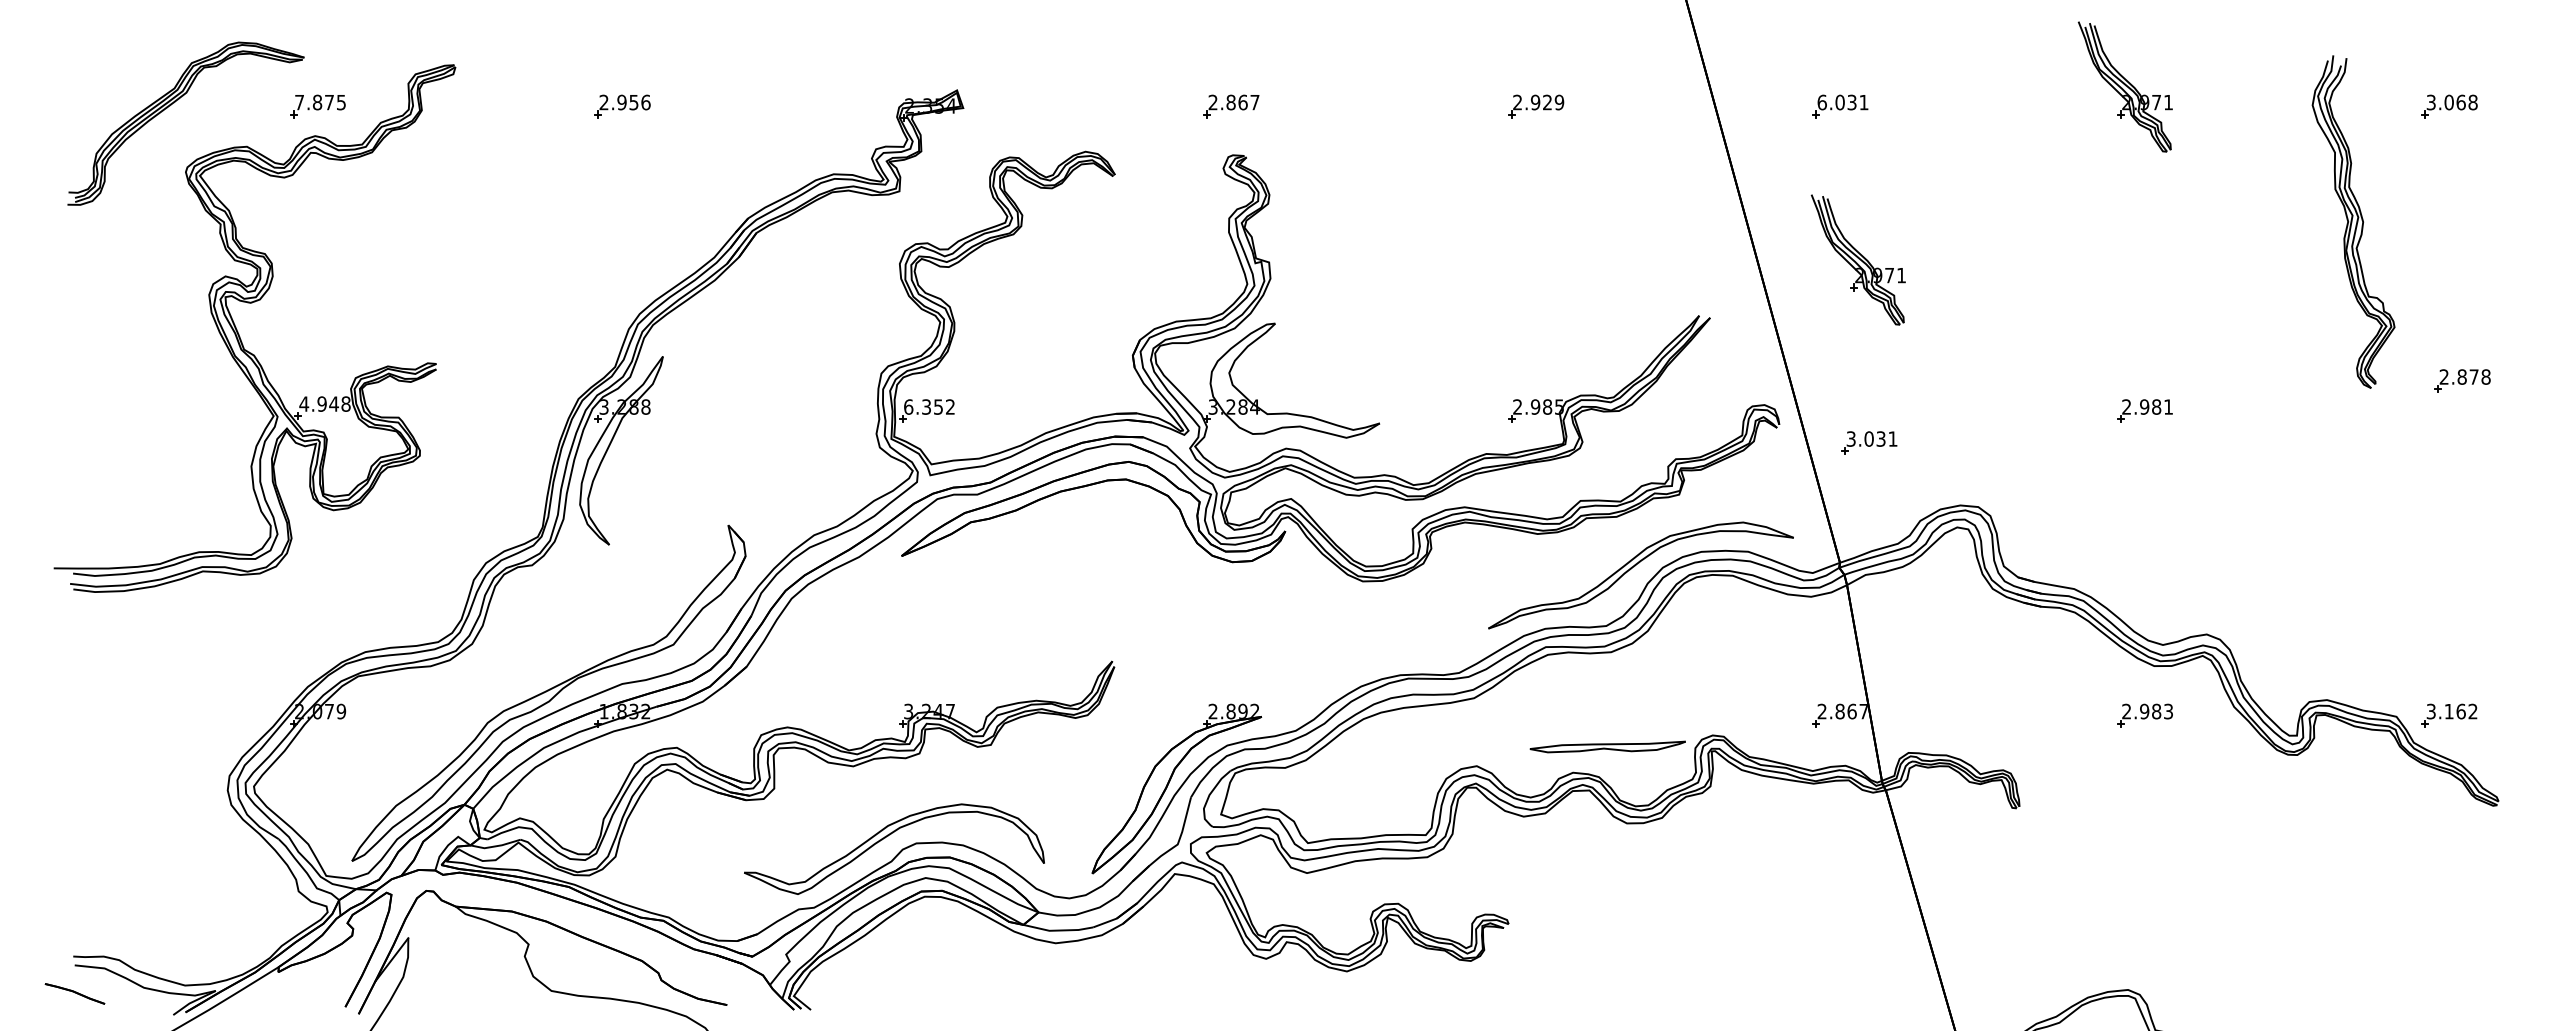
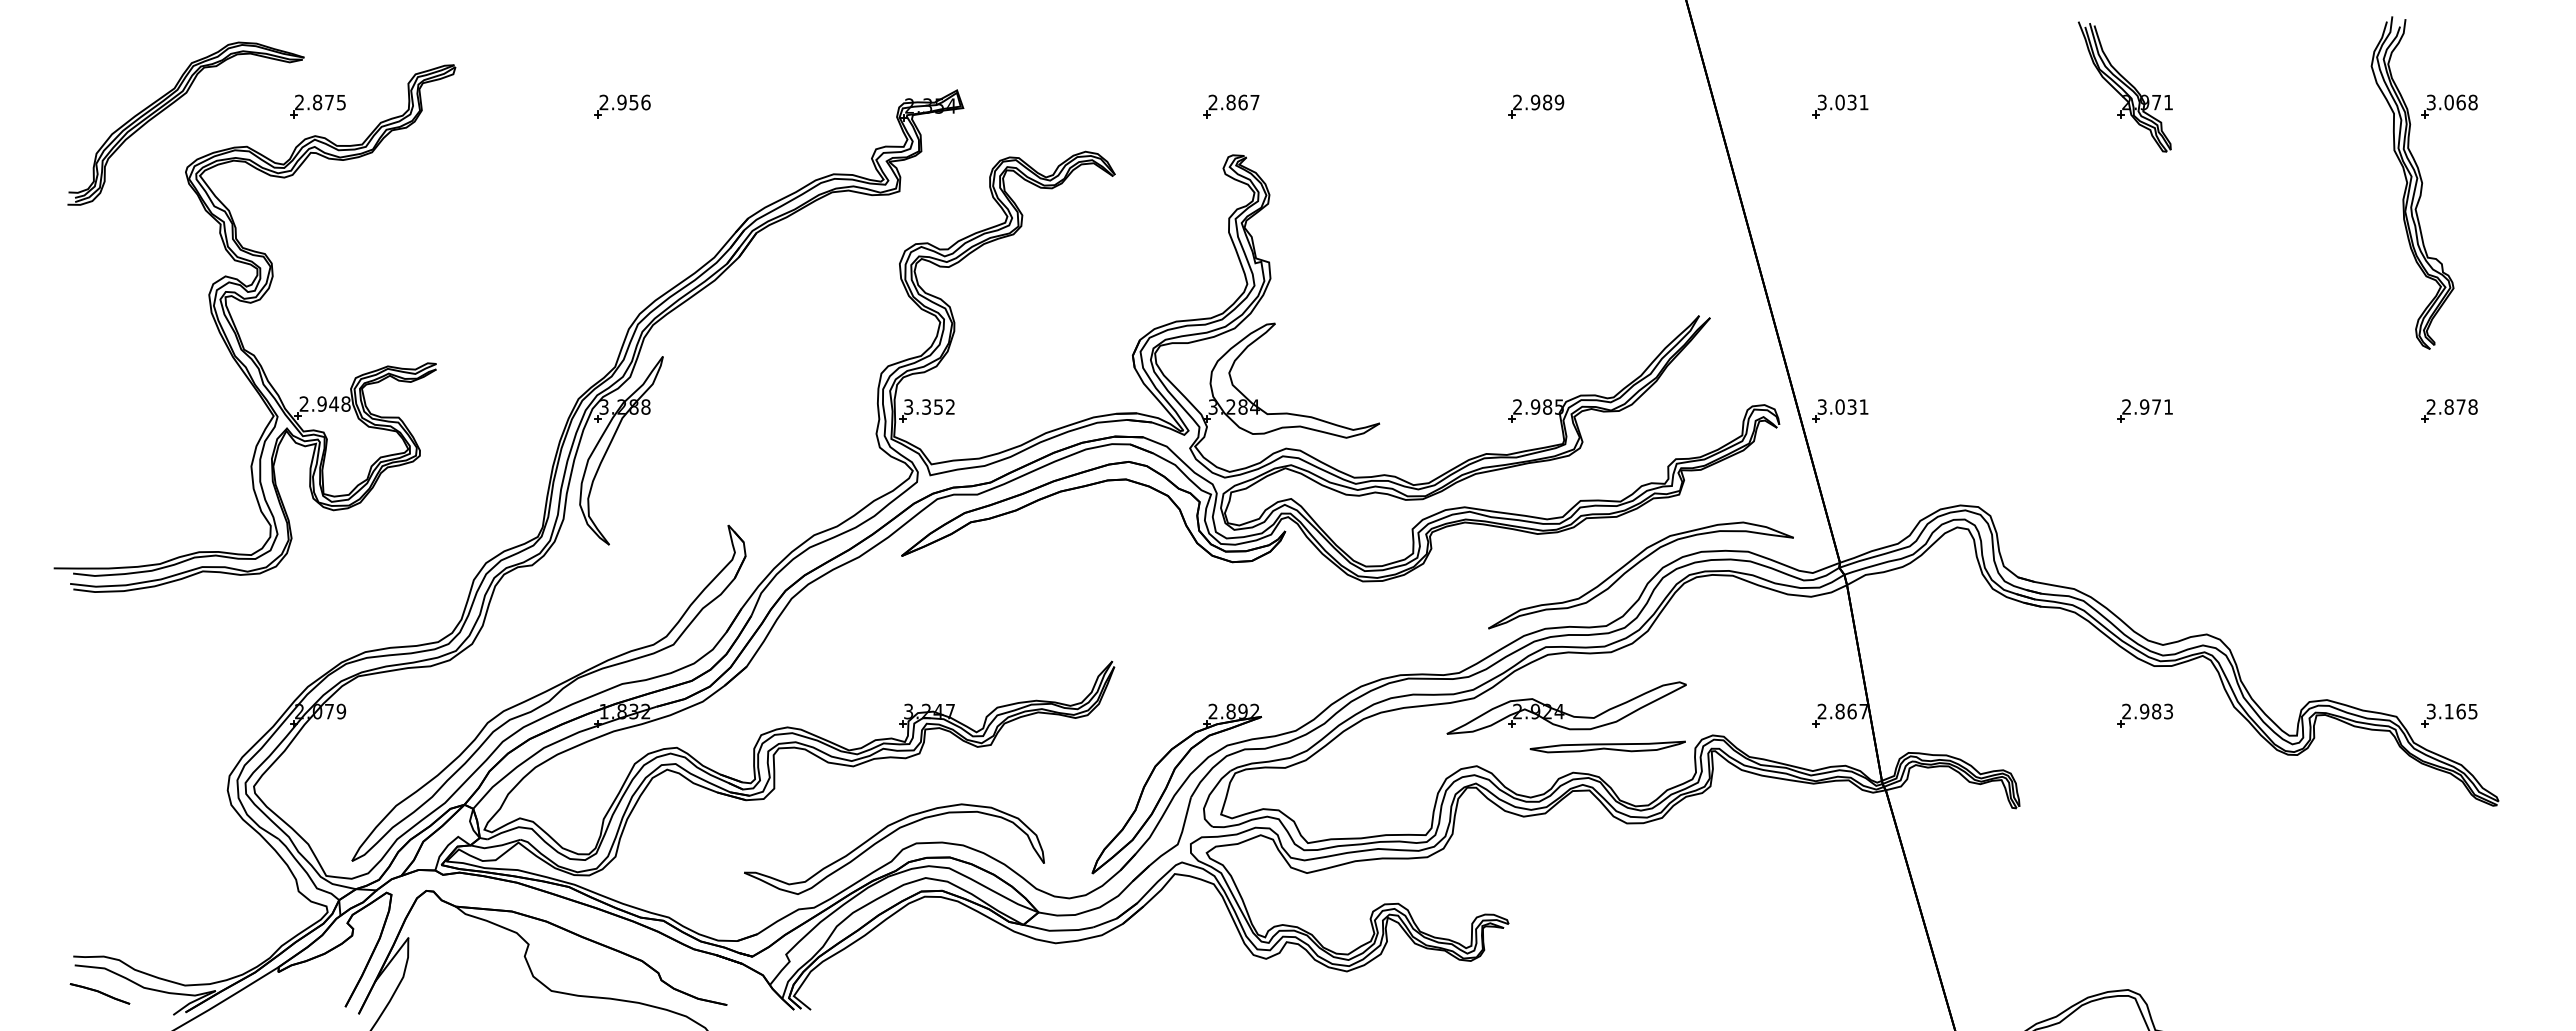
text at (299, 102): 7.875 -> 2.875
text at (1547, 102): 2.929 -> 2.989
text at (1821, 102): 6.031 -> 3.031
part at (2353, 221) position: (2353, 221) -> (2412, 182)
part at (1857, 259): present -> none
part at (2462, 380) position: (2462, 380) -> (2449, 410)
text at (304, 403): 4.948 -> 2.948
text at (908, 406): 6.352 -> 3.352
text at (2156, 406): 2.981 -> 2.971
part at (1869, 442) position: (1869, 442) -> (1840, 410)
part at (1566, 707): none -> present
text at (2472, 711): 3.162 -> 3.165
part at (74, 993) position: (74, 993) -> (99, 993)
